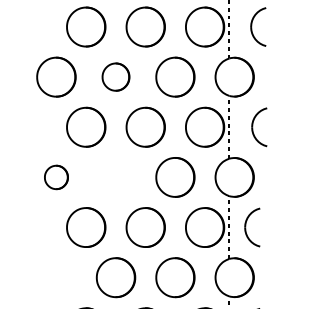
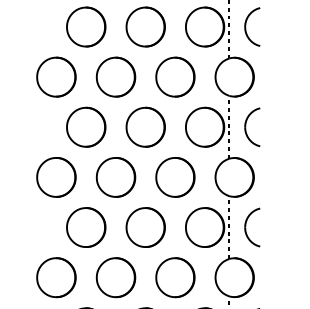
part at (258, 26) position: (258, 26) -> (252, 26)
part at (115, 76) size: 30x30 px -> 42x42 px
part at (259, 127) position: (259, 127) -> (252, 127)
part at (56, 177) size: 25x27 px -> 41x41 px
part at (115, 177): none -> present
part at (56, 277): none -> present
